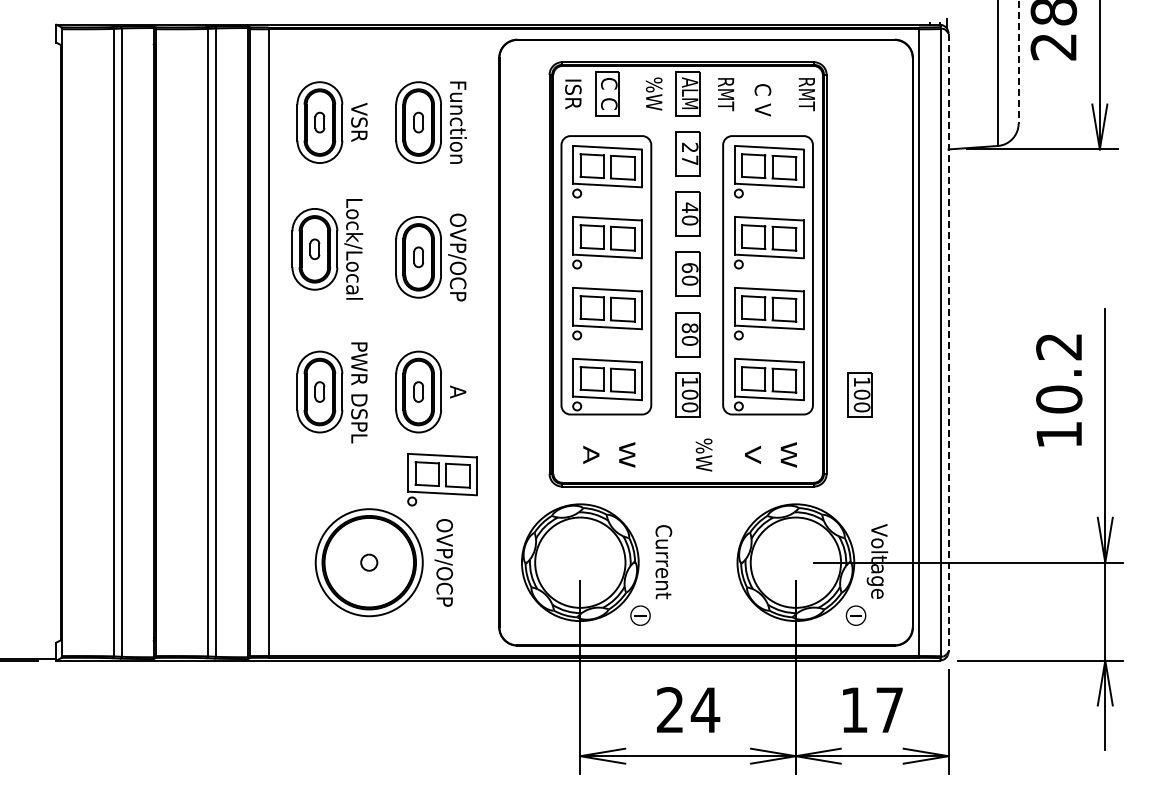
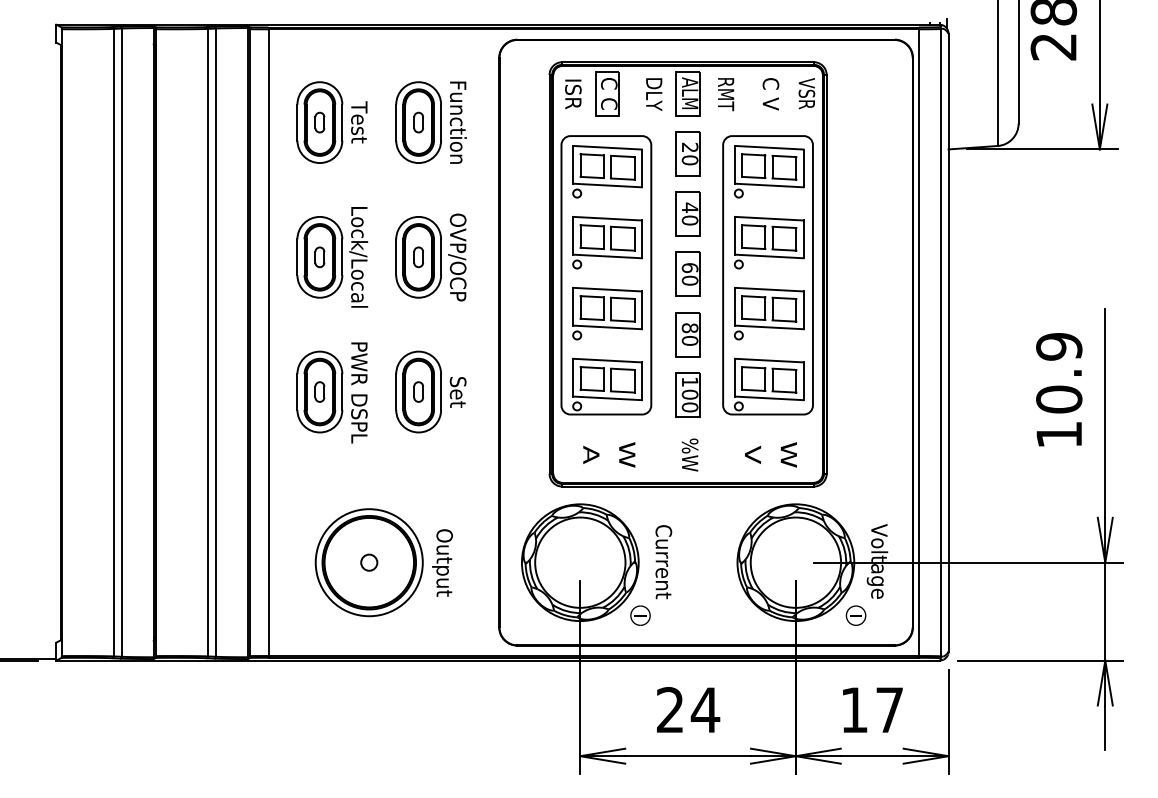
line at (1018, 62): dashed -> solid
text at (653, 93): %W -> DLY
text at (806, 94): RMT -> VSR
text at (762, 100) position: (762, 100) -> (770, 94)
text at (359, 122): VSR -> Test
text at (689, 160): 27 -> 20
part at (327, 249) position: (327, 249) -> (332, 257)
line at (948, 342): dashed -> solid
text at (1059, 346): 10.2 -> 10.9
text at (457, 392): A -> Set
part at (859, 394): present -> none
text at (703, 454) position: (703, 454) -> (689, 454)
part at (442, 479): present -> none
text at (442, 562): OVP/OCP -> Output
